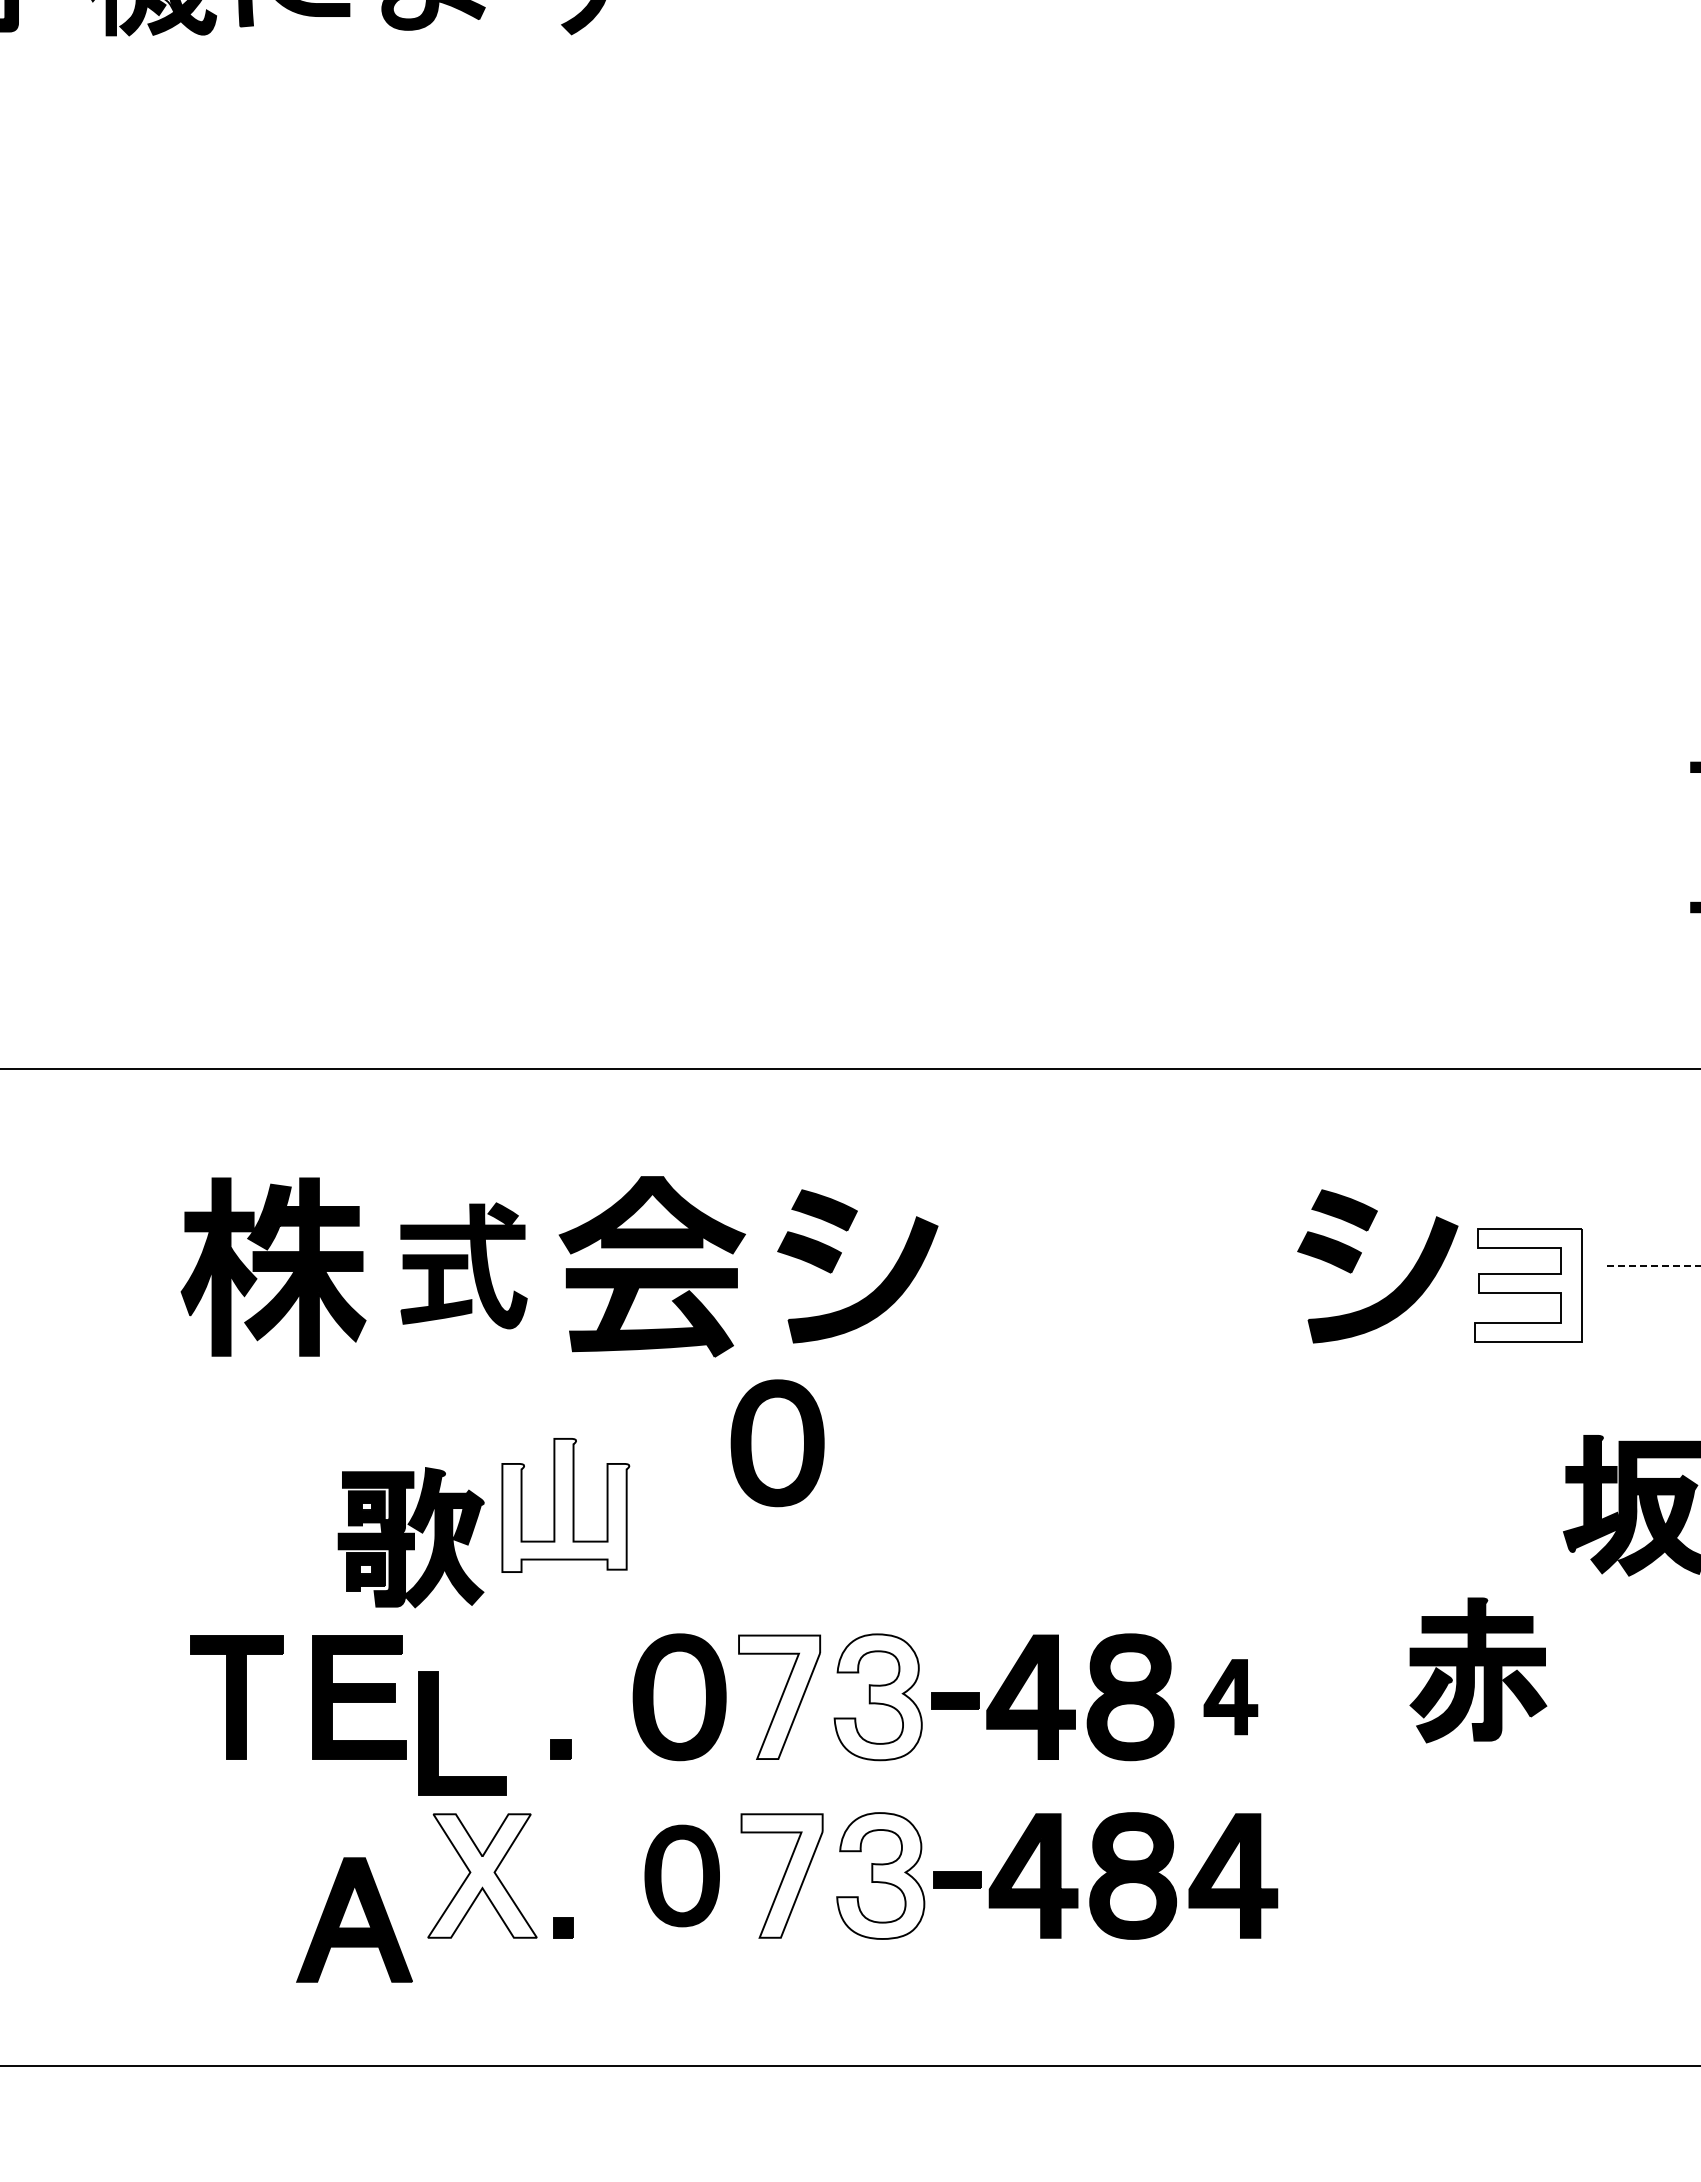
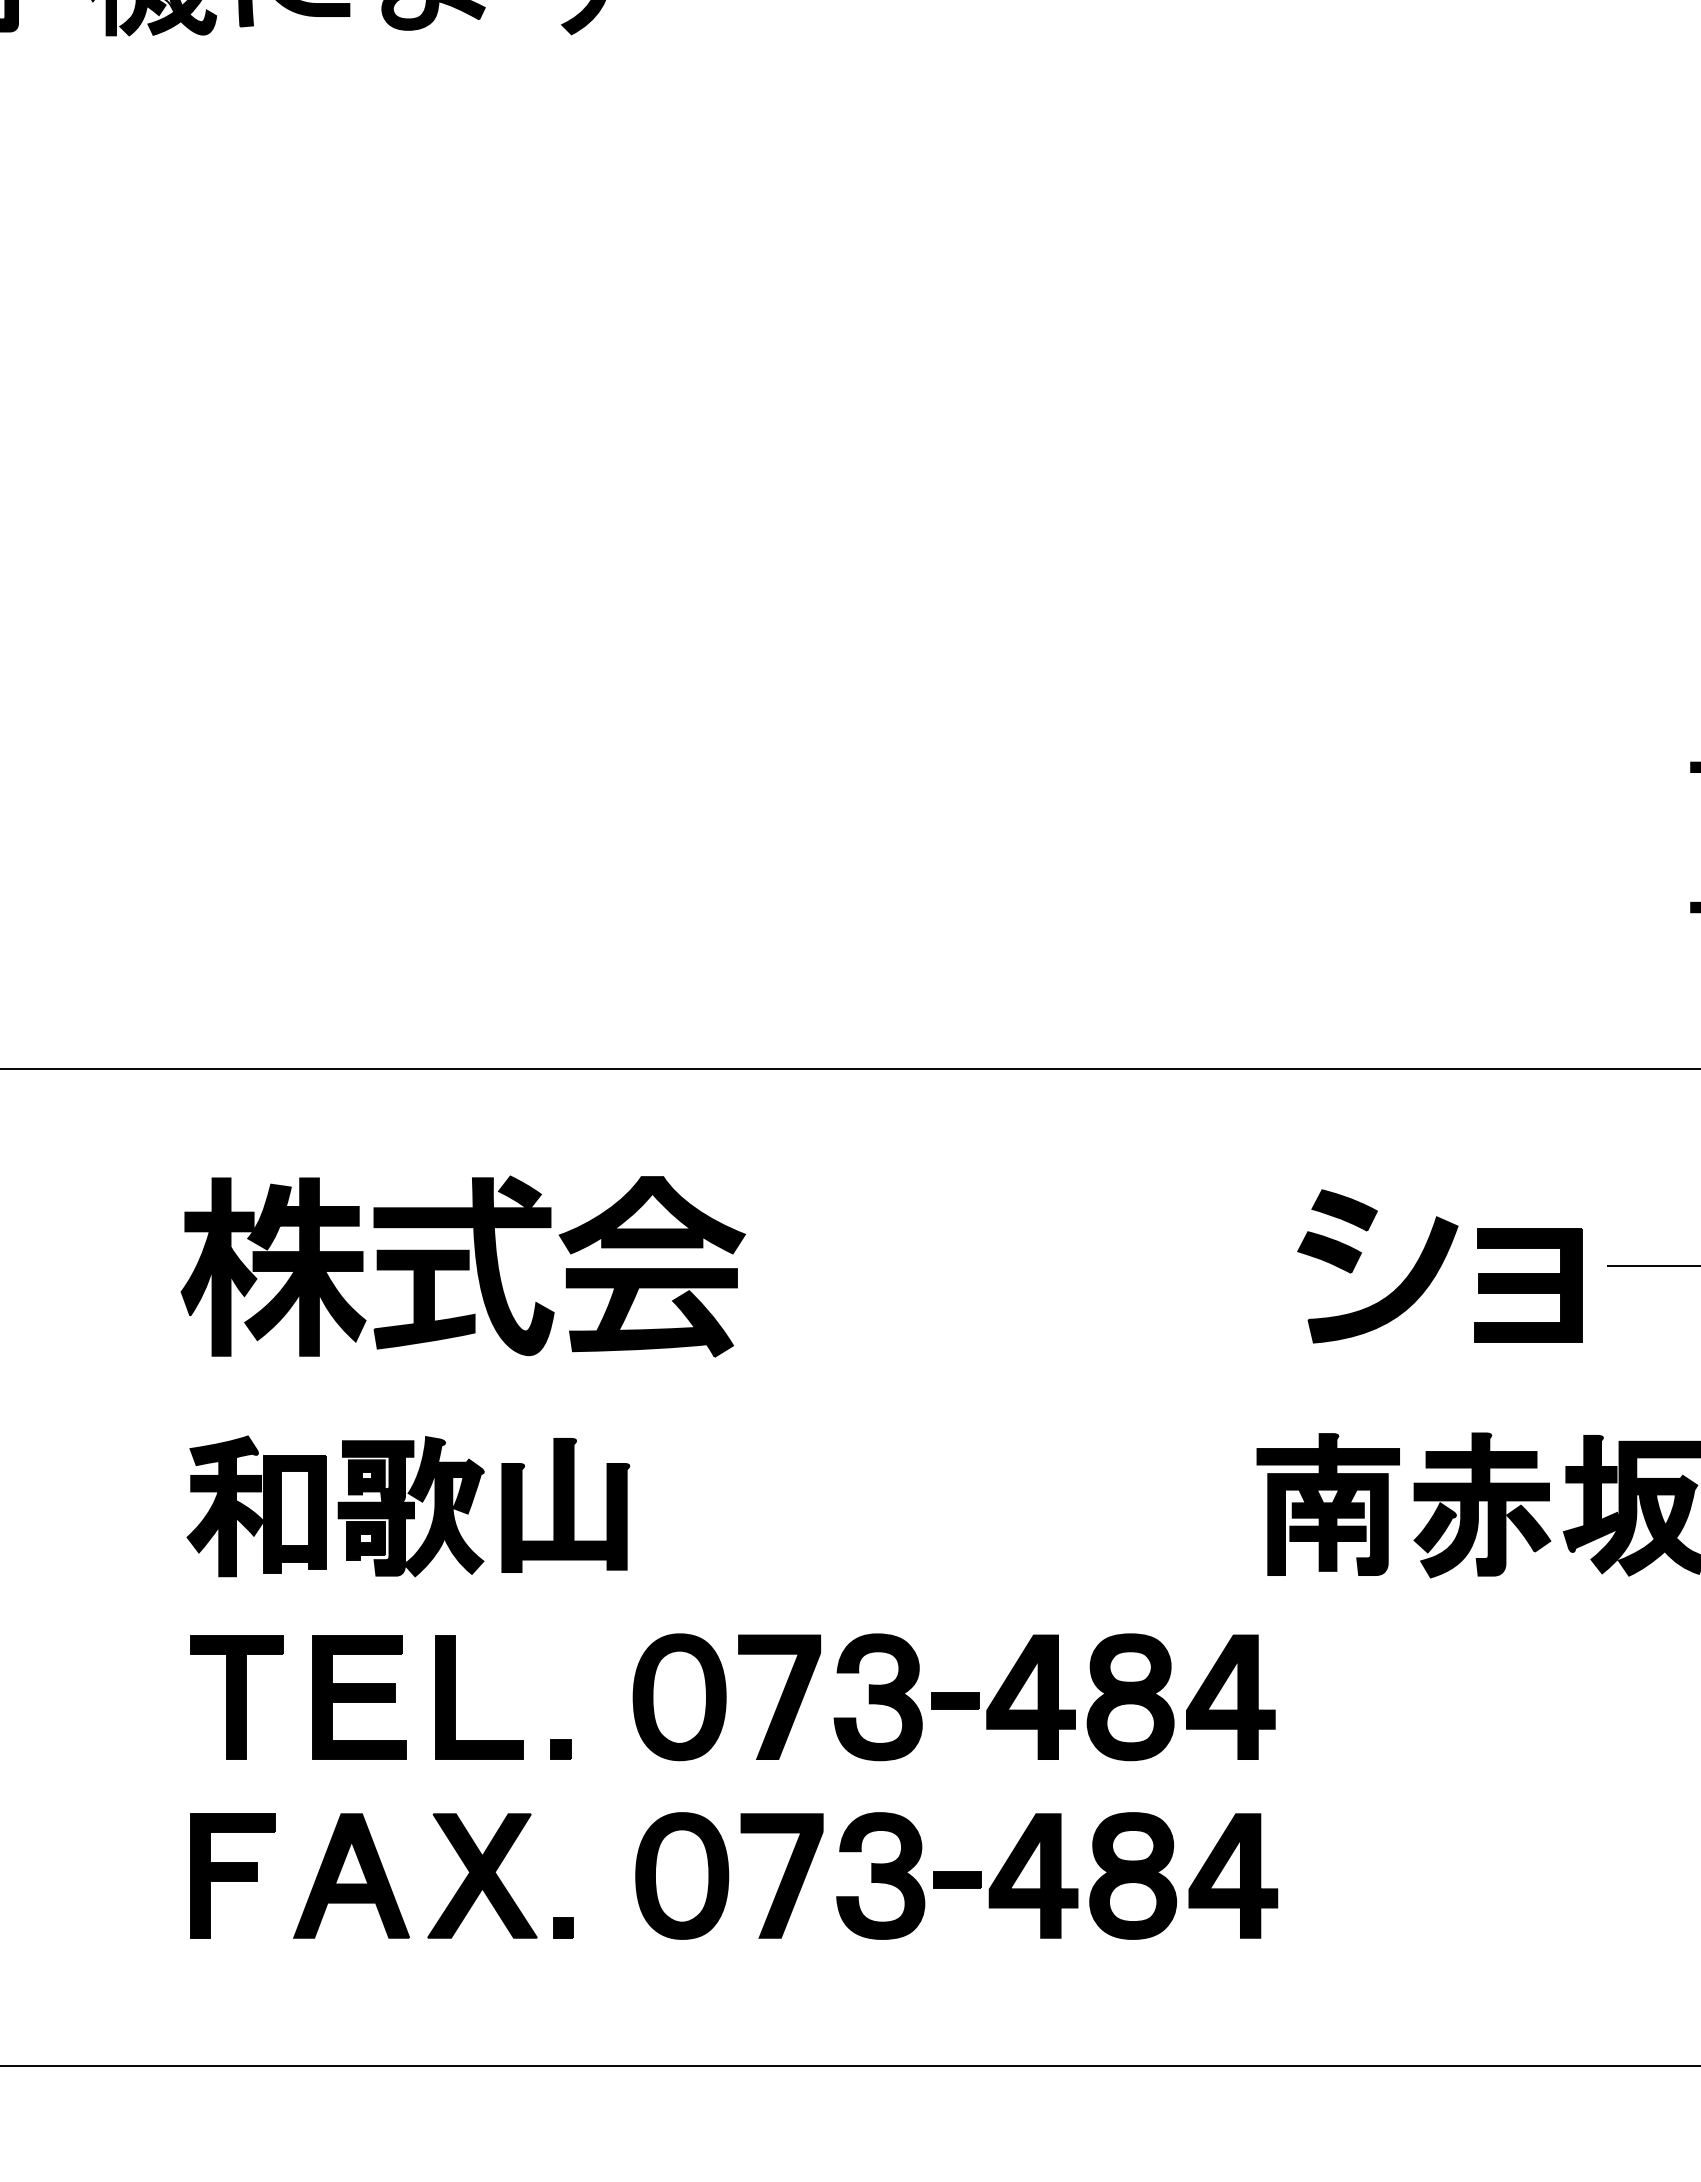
part at (839, 1258): present -> none
part at (463, 1265) size: 128x128 px -> 182x182 px
line at (1654, 1265): dashed -> solid
fill at (1528, 1285): none -> present
part at (777, 1443): present -> none
part at (1327, 1504): none -> present
fill at (565, 1505): none -> present
part at (256, 1506): none -> present
part at (410, 1537) position: (410, 1537) -> (410, 1506)
part at (1478, 1670) position: (1478, 1670) -> (1482, 1505)
fill at (779, 1697): none -> present
fill at (877, 1697): none -> present
part at (1230, 1697) size: 56x77 px -> 90x126 px
part at (438, 1733) position: (438, 1733) -> (455, 1697)
part at (232, 1875): none -> present
fill at (482, 1875): none -> present
part at (681, 1875) size: 76x104 px -> 95x128 px
fill at (781, 1875): none -> present
fill at (880, 1875): none -> present
part at (354, 1919) position: (354, 1919) -> (351, 1875)
